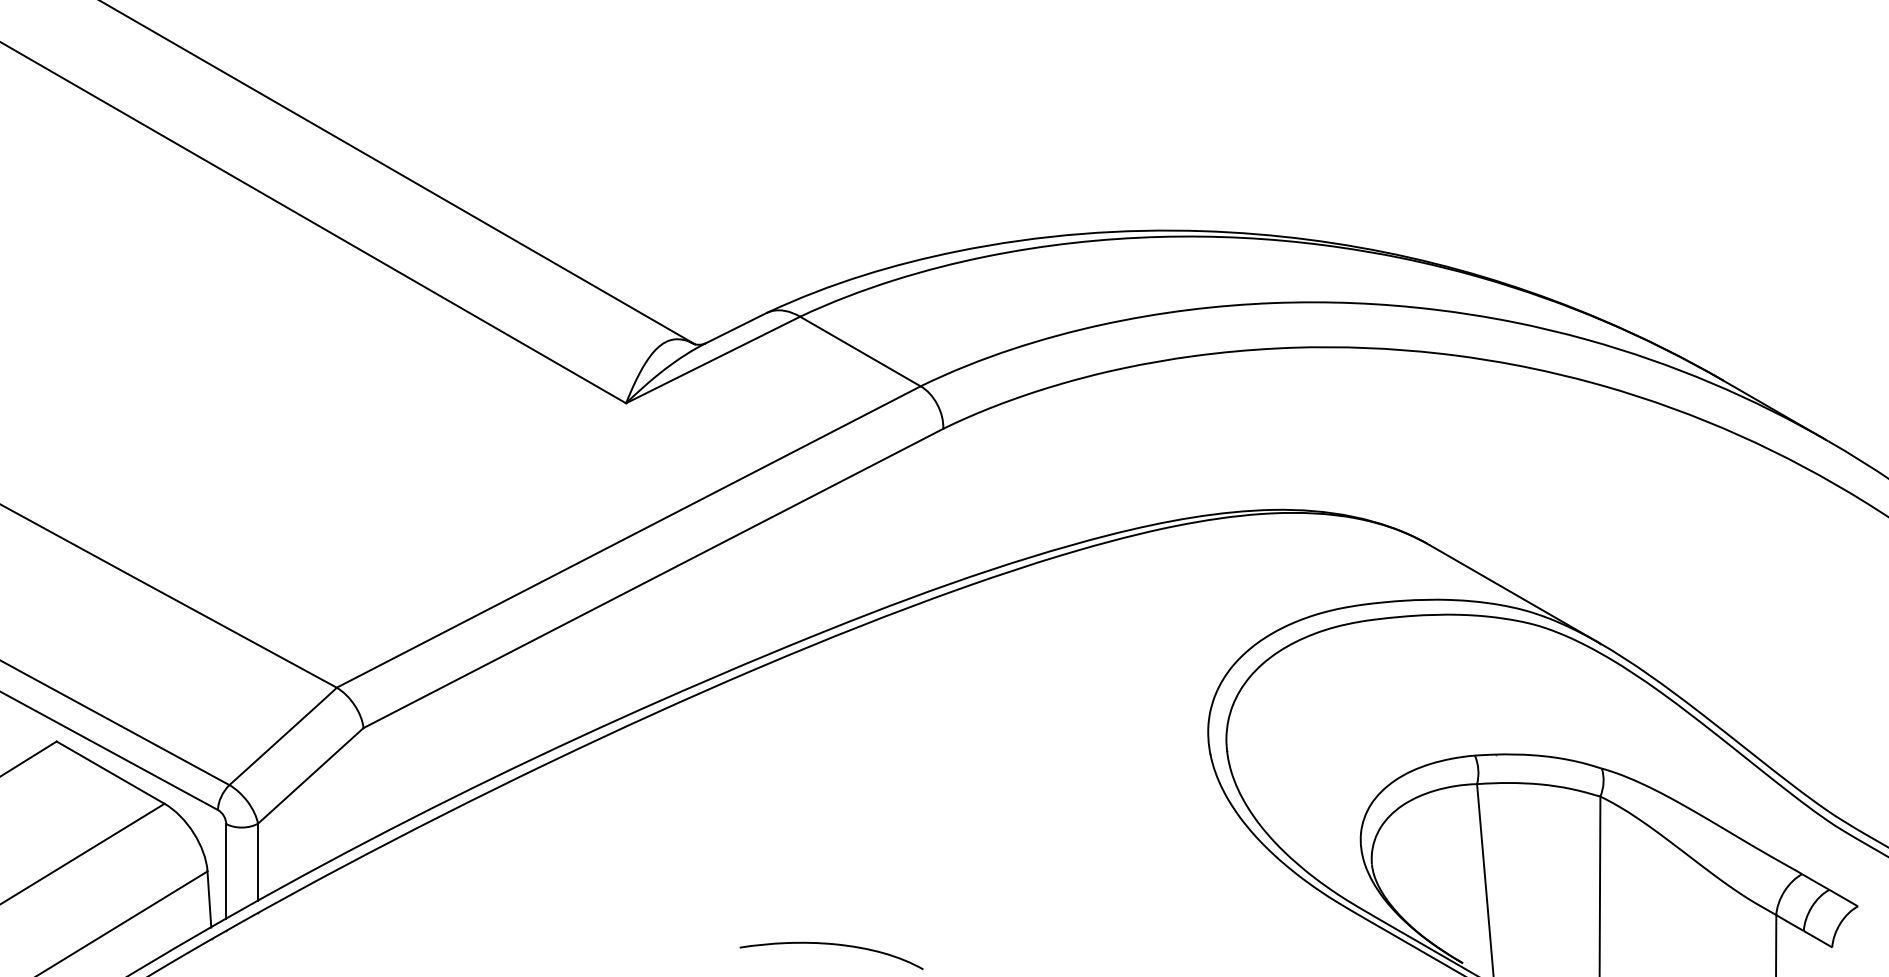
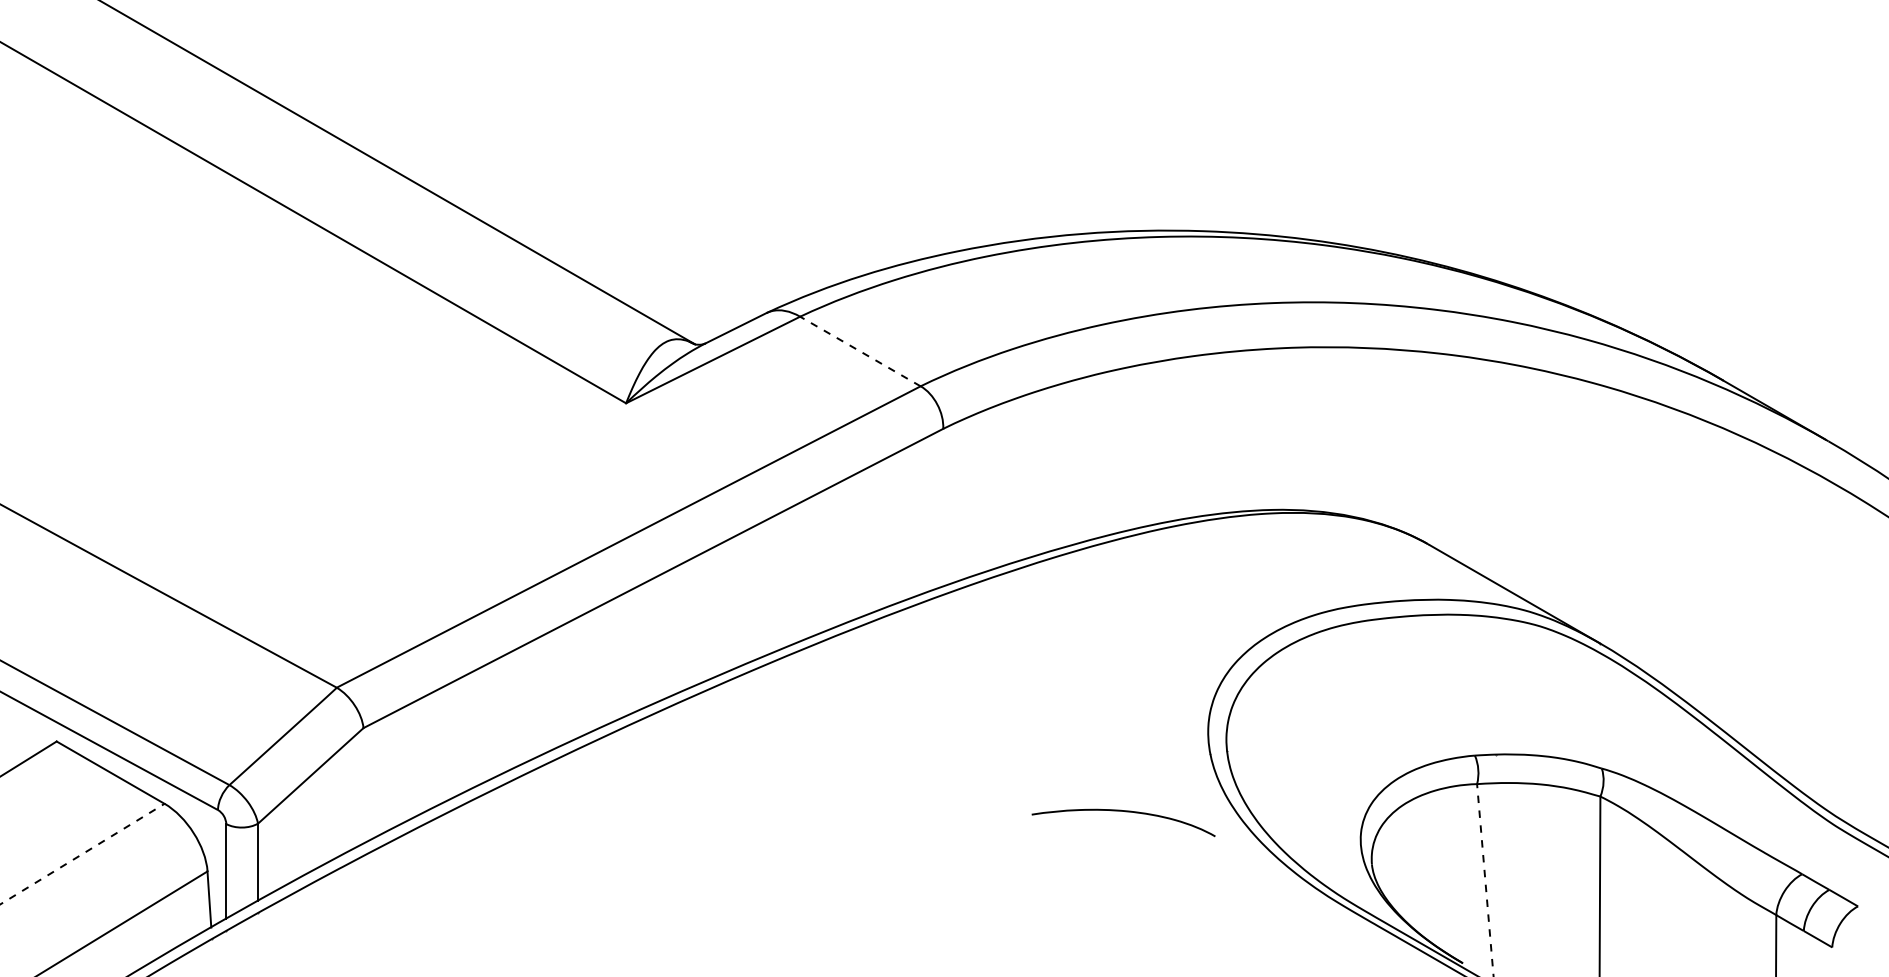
line at (860, 351): solid -> dashed
line at (82, 853): solid -> dashed
line at (1485, 879): solid -> dashed
curve at (833, 945) position: (833, 945) -> (1125, 812)
